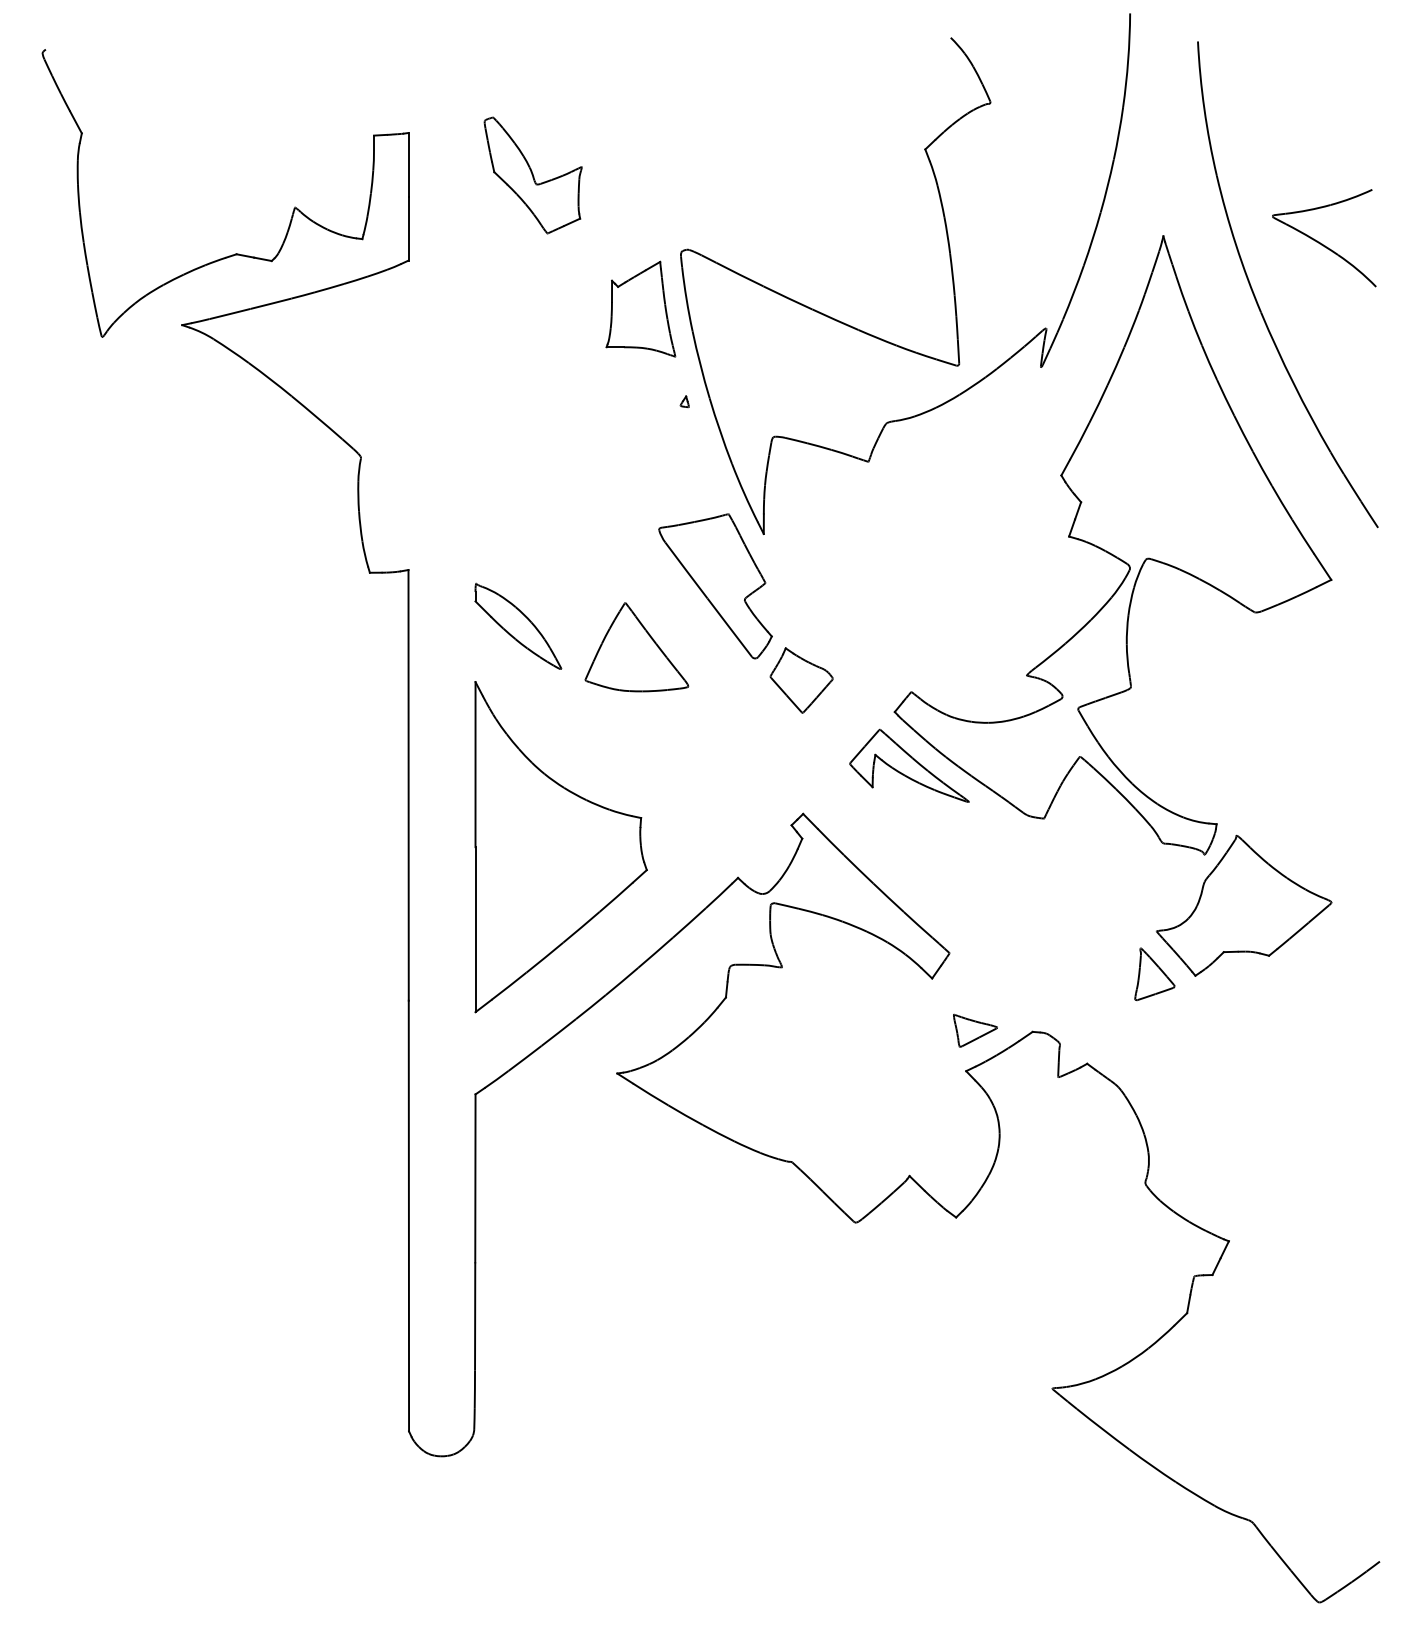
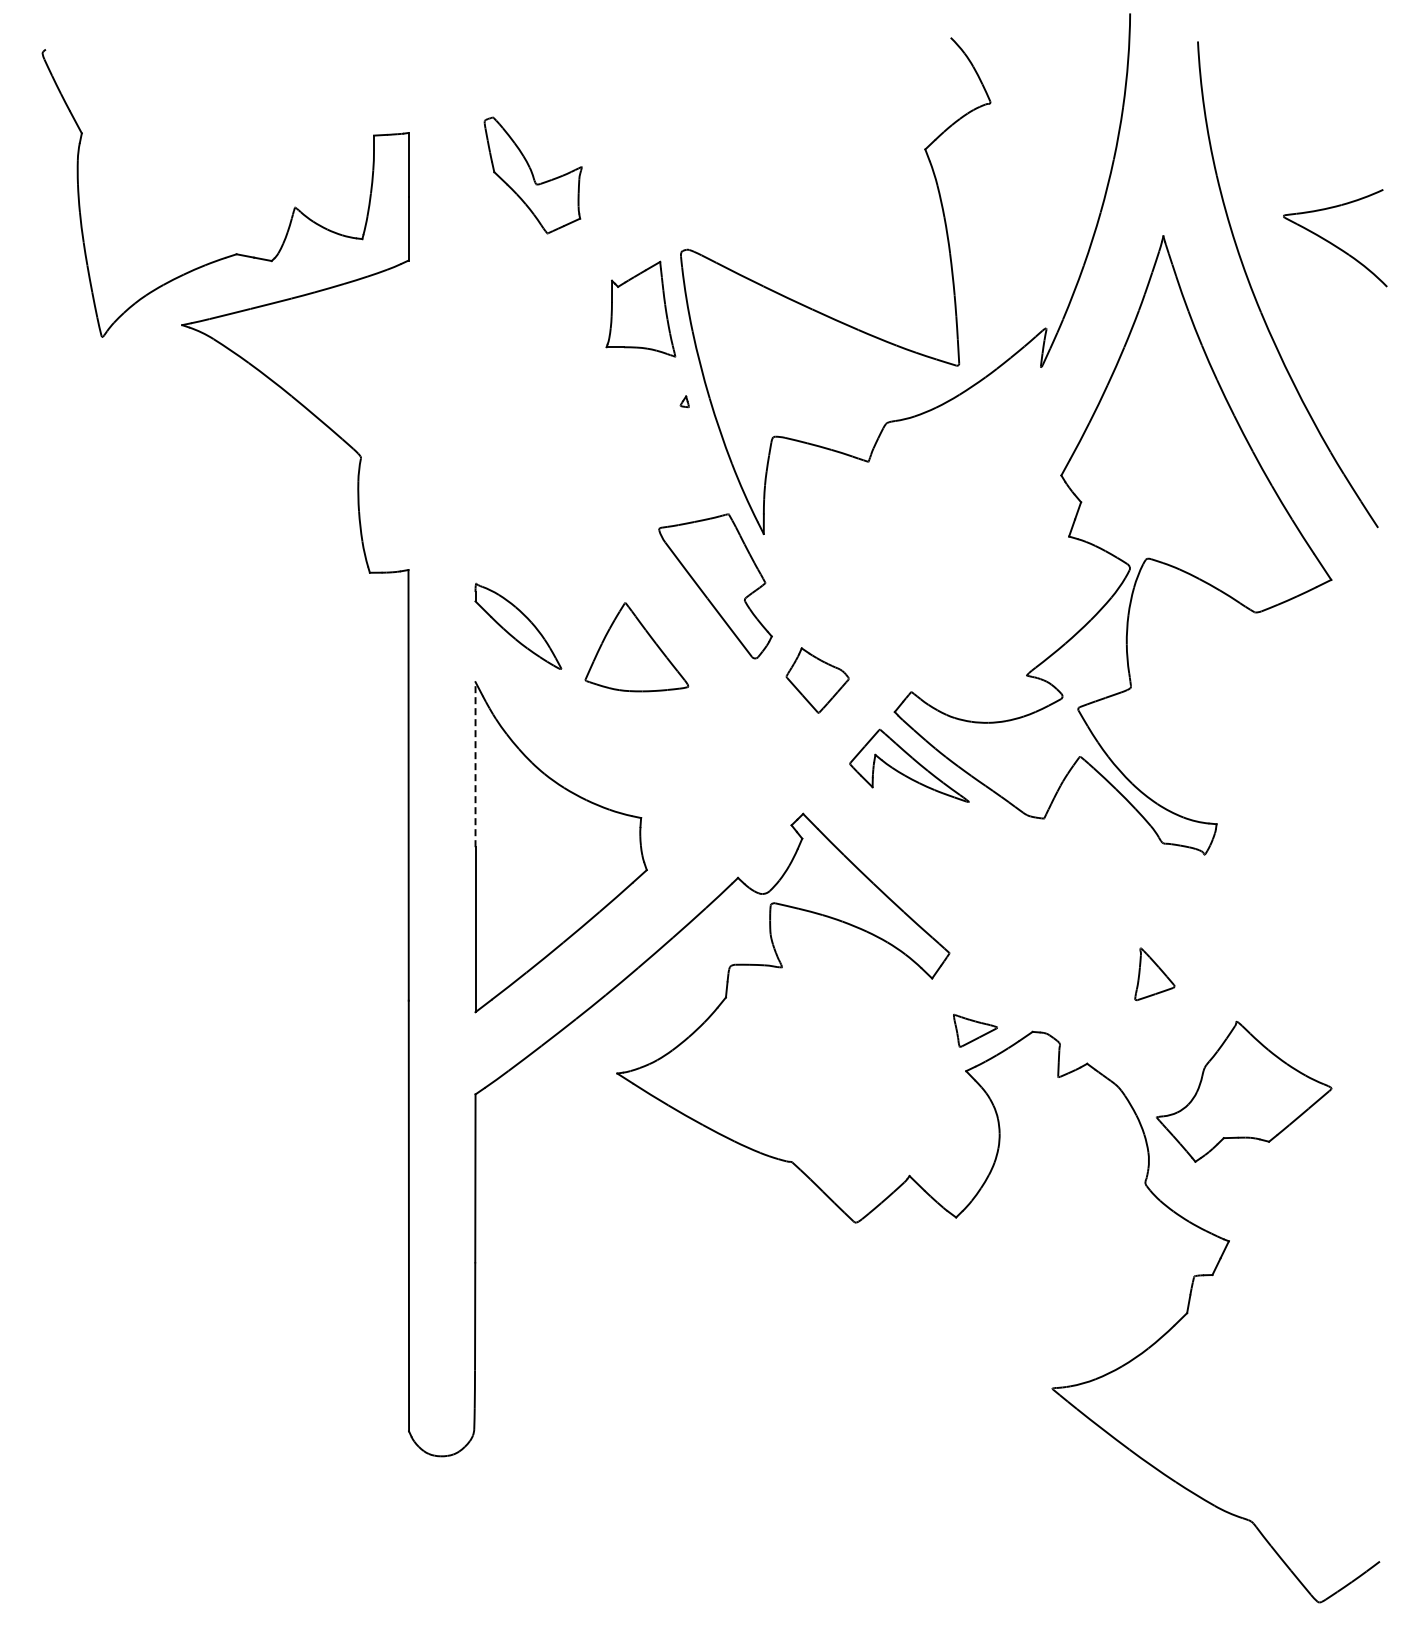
part at (1324, 238) position: (1324, 238) -> (1335, 238)
part at (801, 680) position: (801, 680) -> (817, 680)
line at (475, 764): solid -> dashed
part at (1243, 905) position: (1243, 905) -> (1243, 1091)
